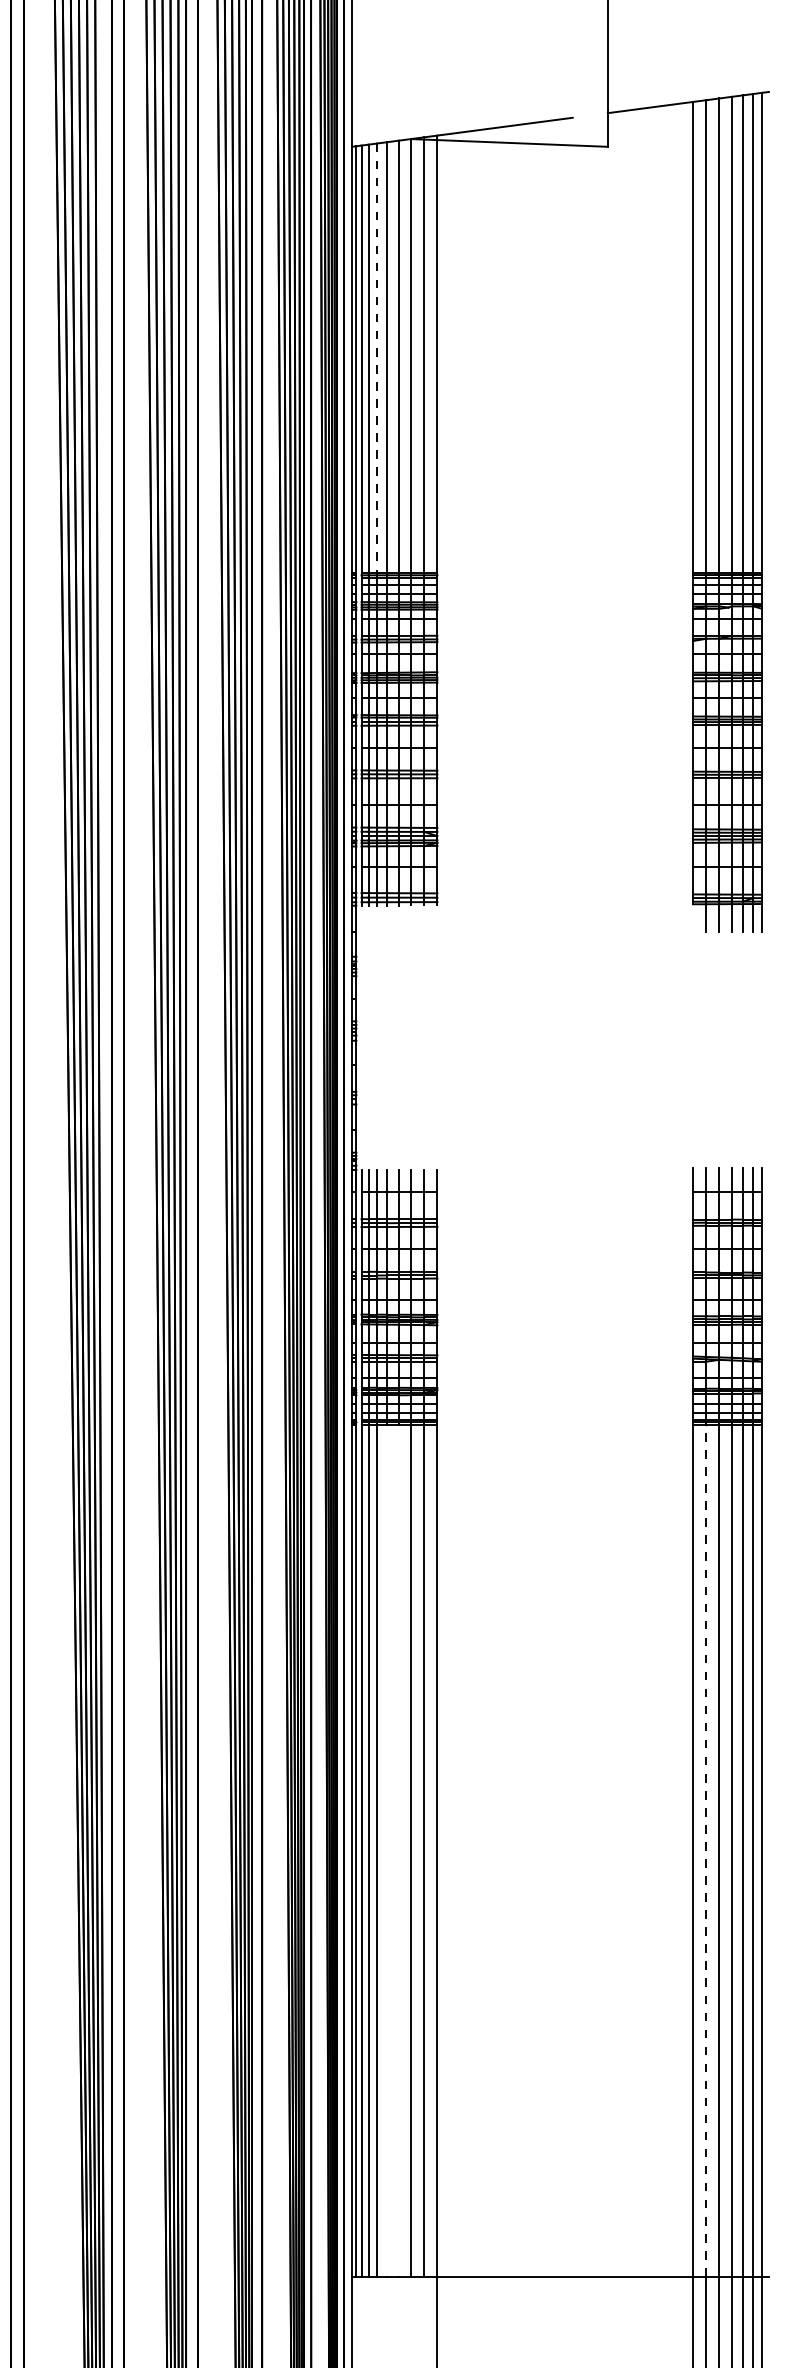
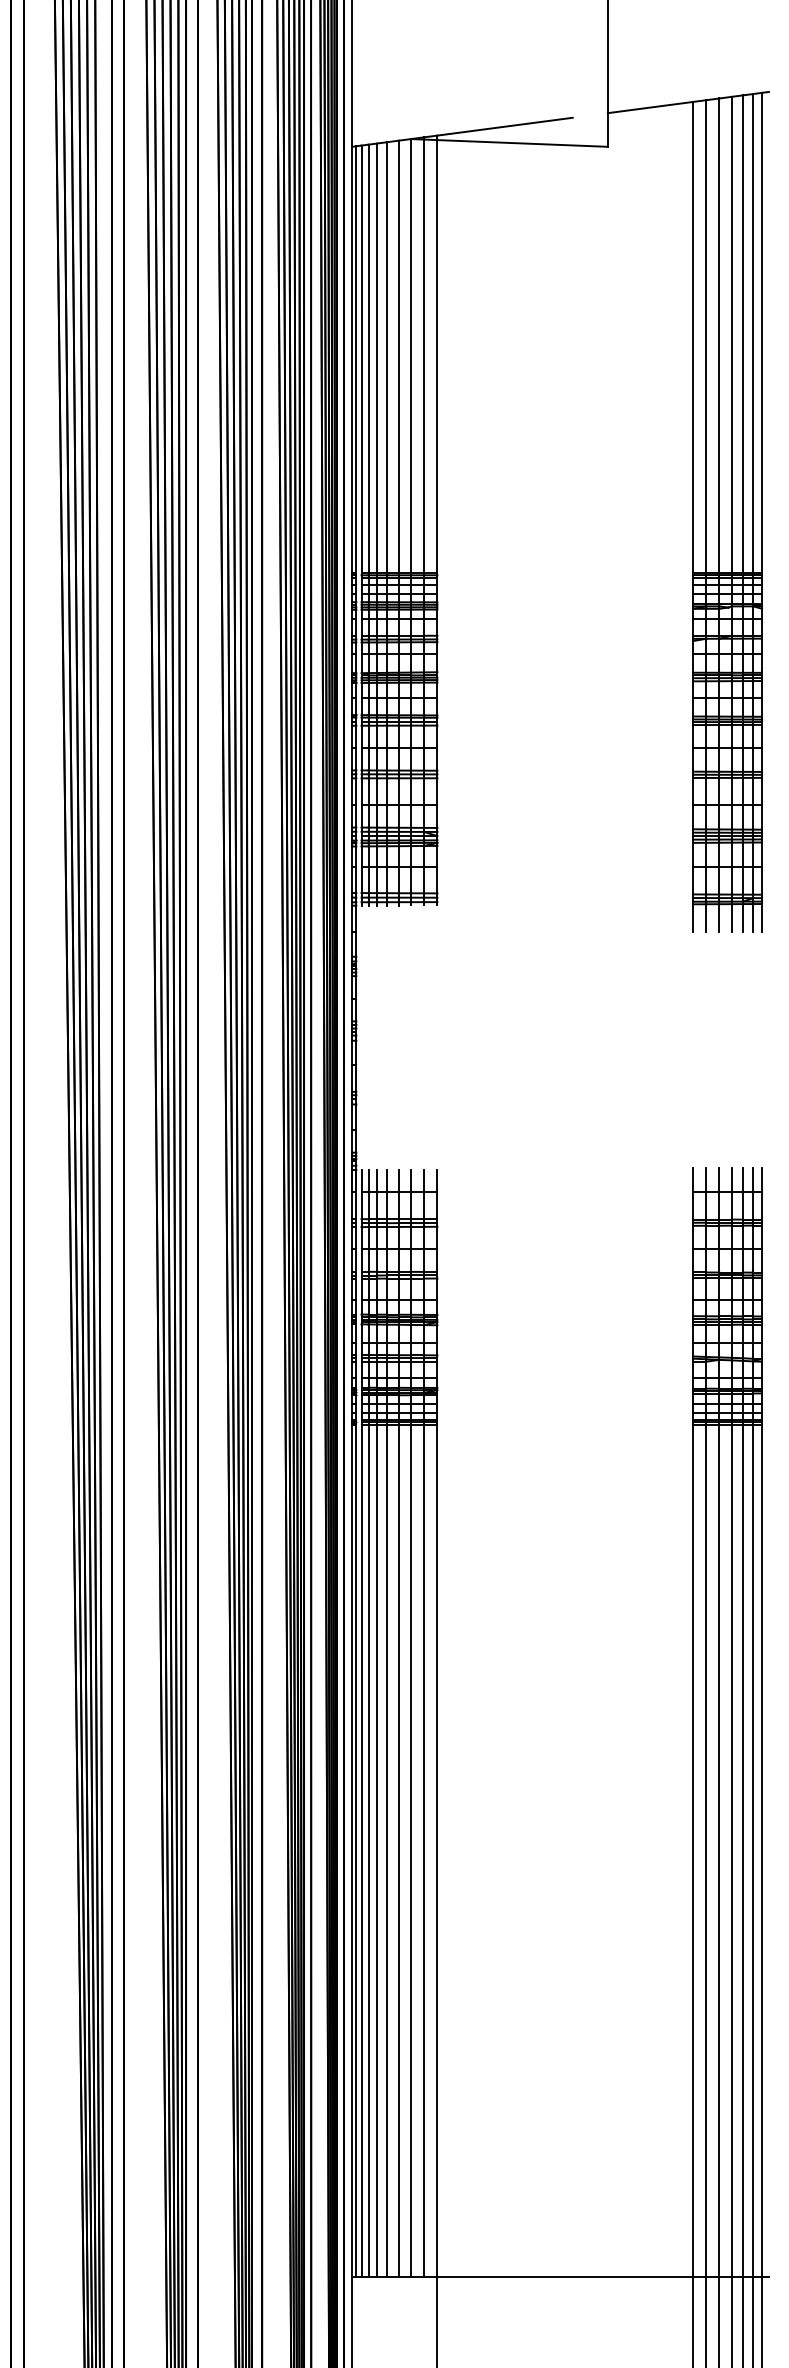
line at (377, 358): dashed -> solid
line at (693, 918): none -> present
line at (387, 1850): none -> present
line at (398, 1850): none -> present
line at (706, 1850): dashed -> solid
